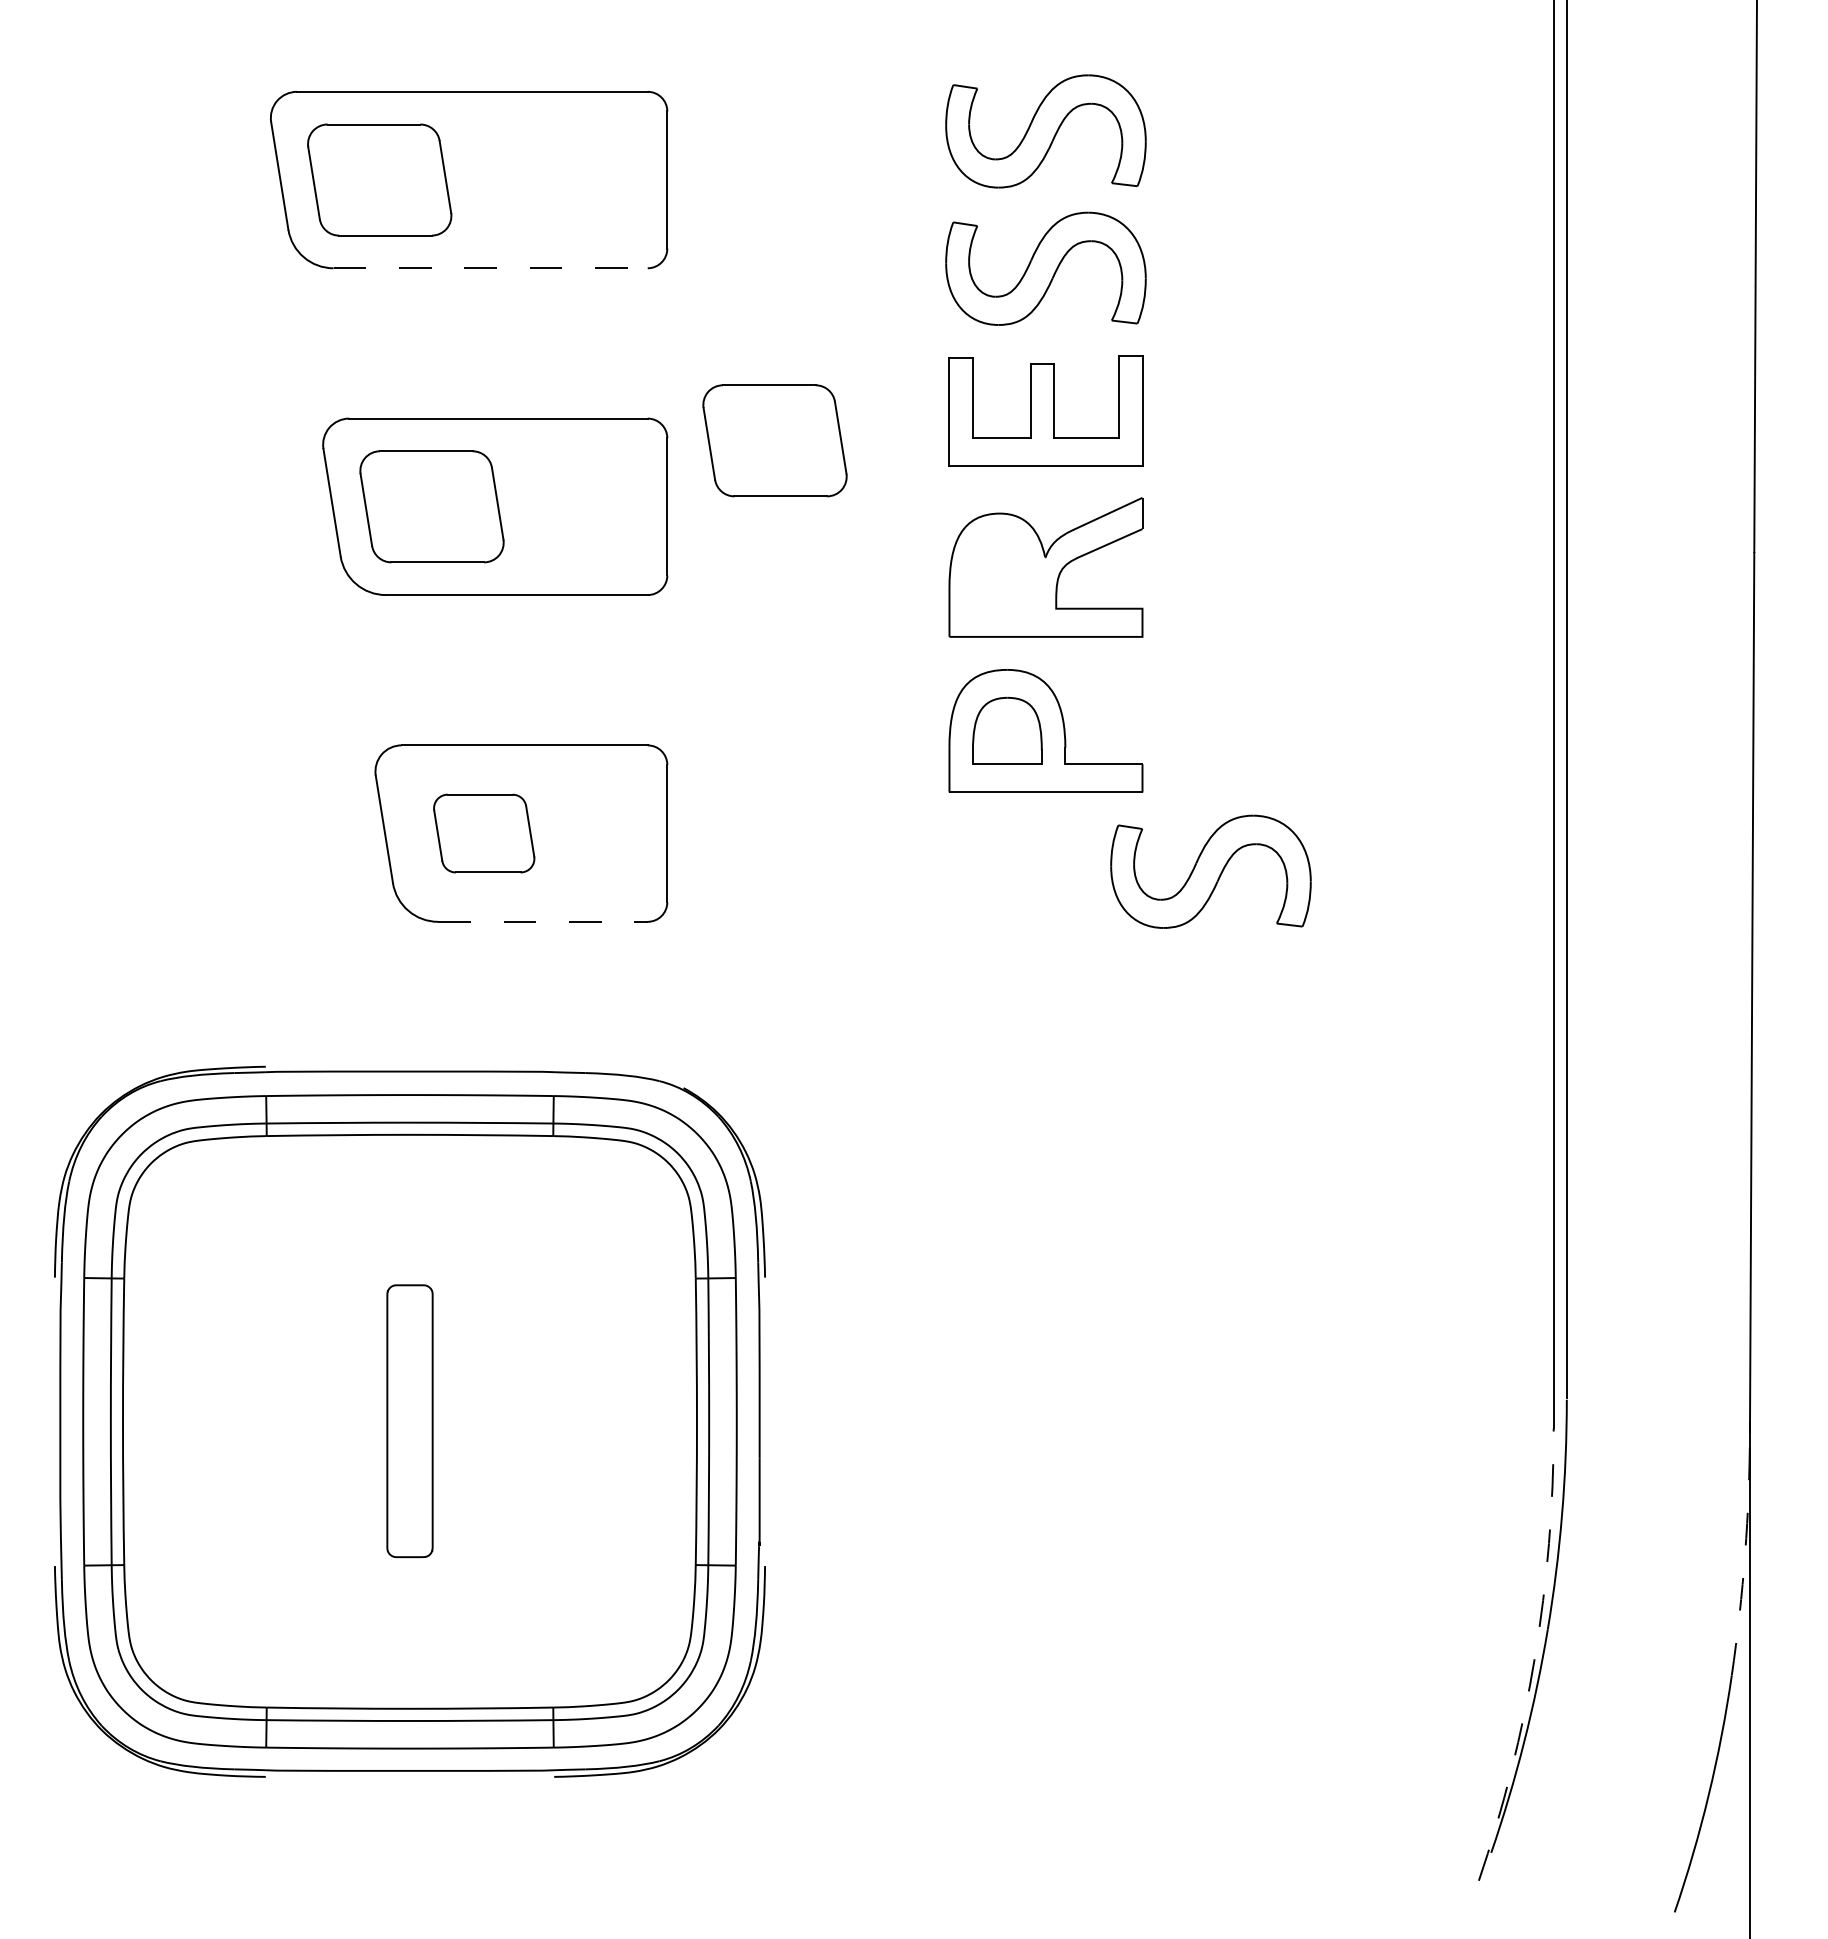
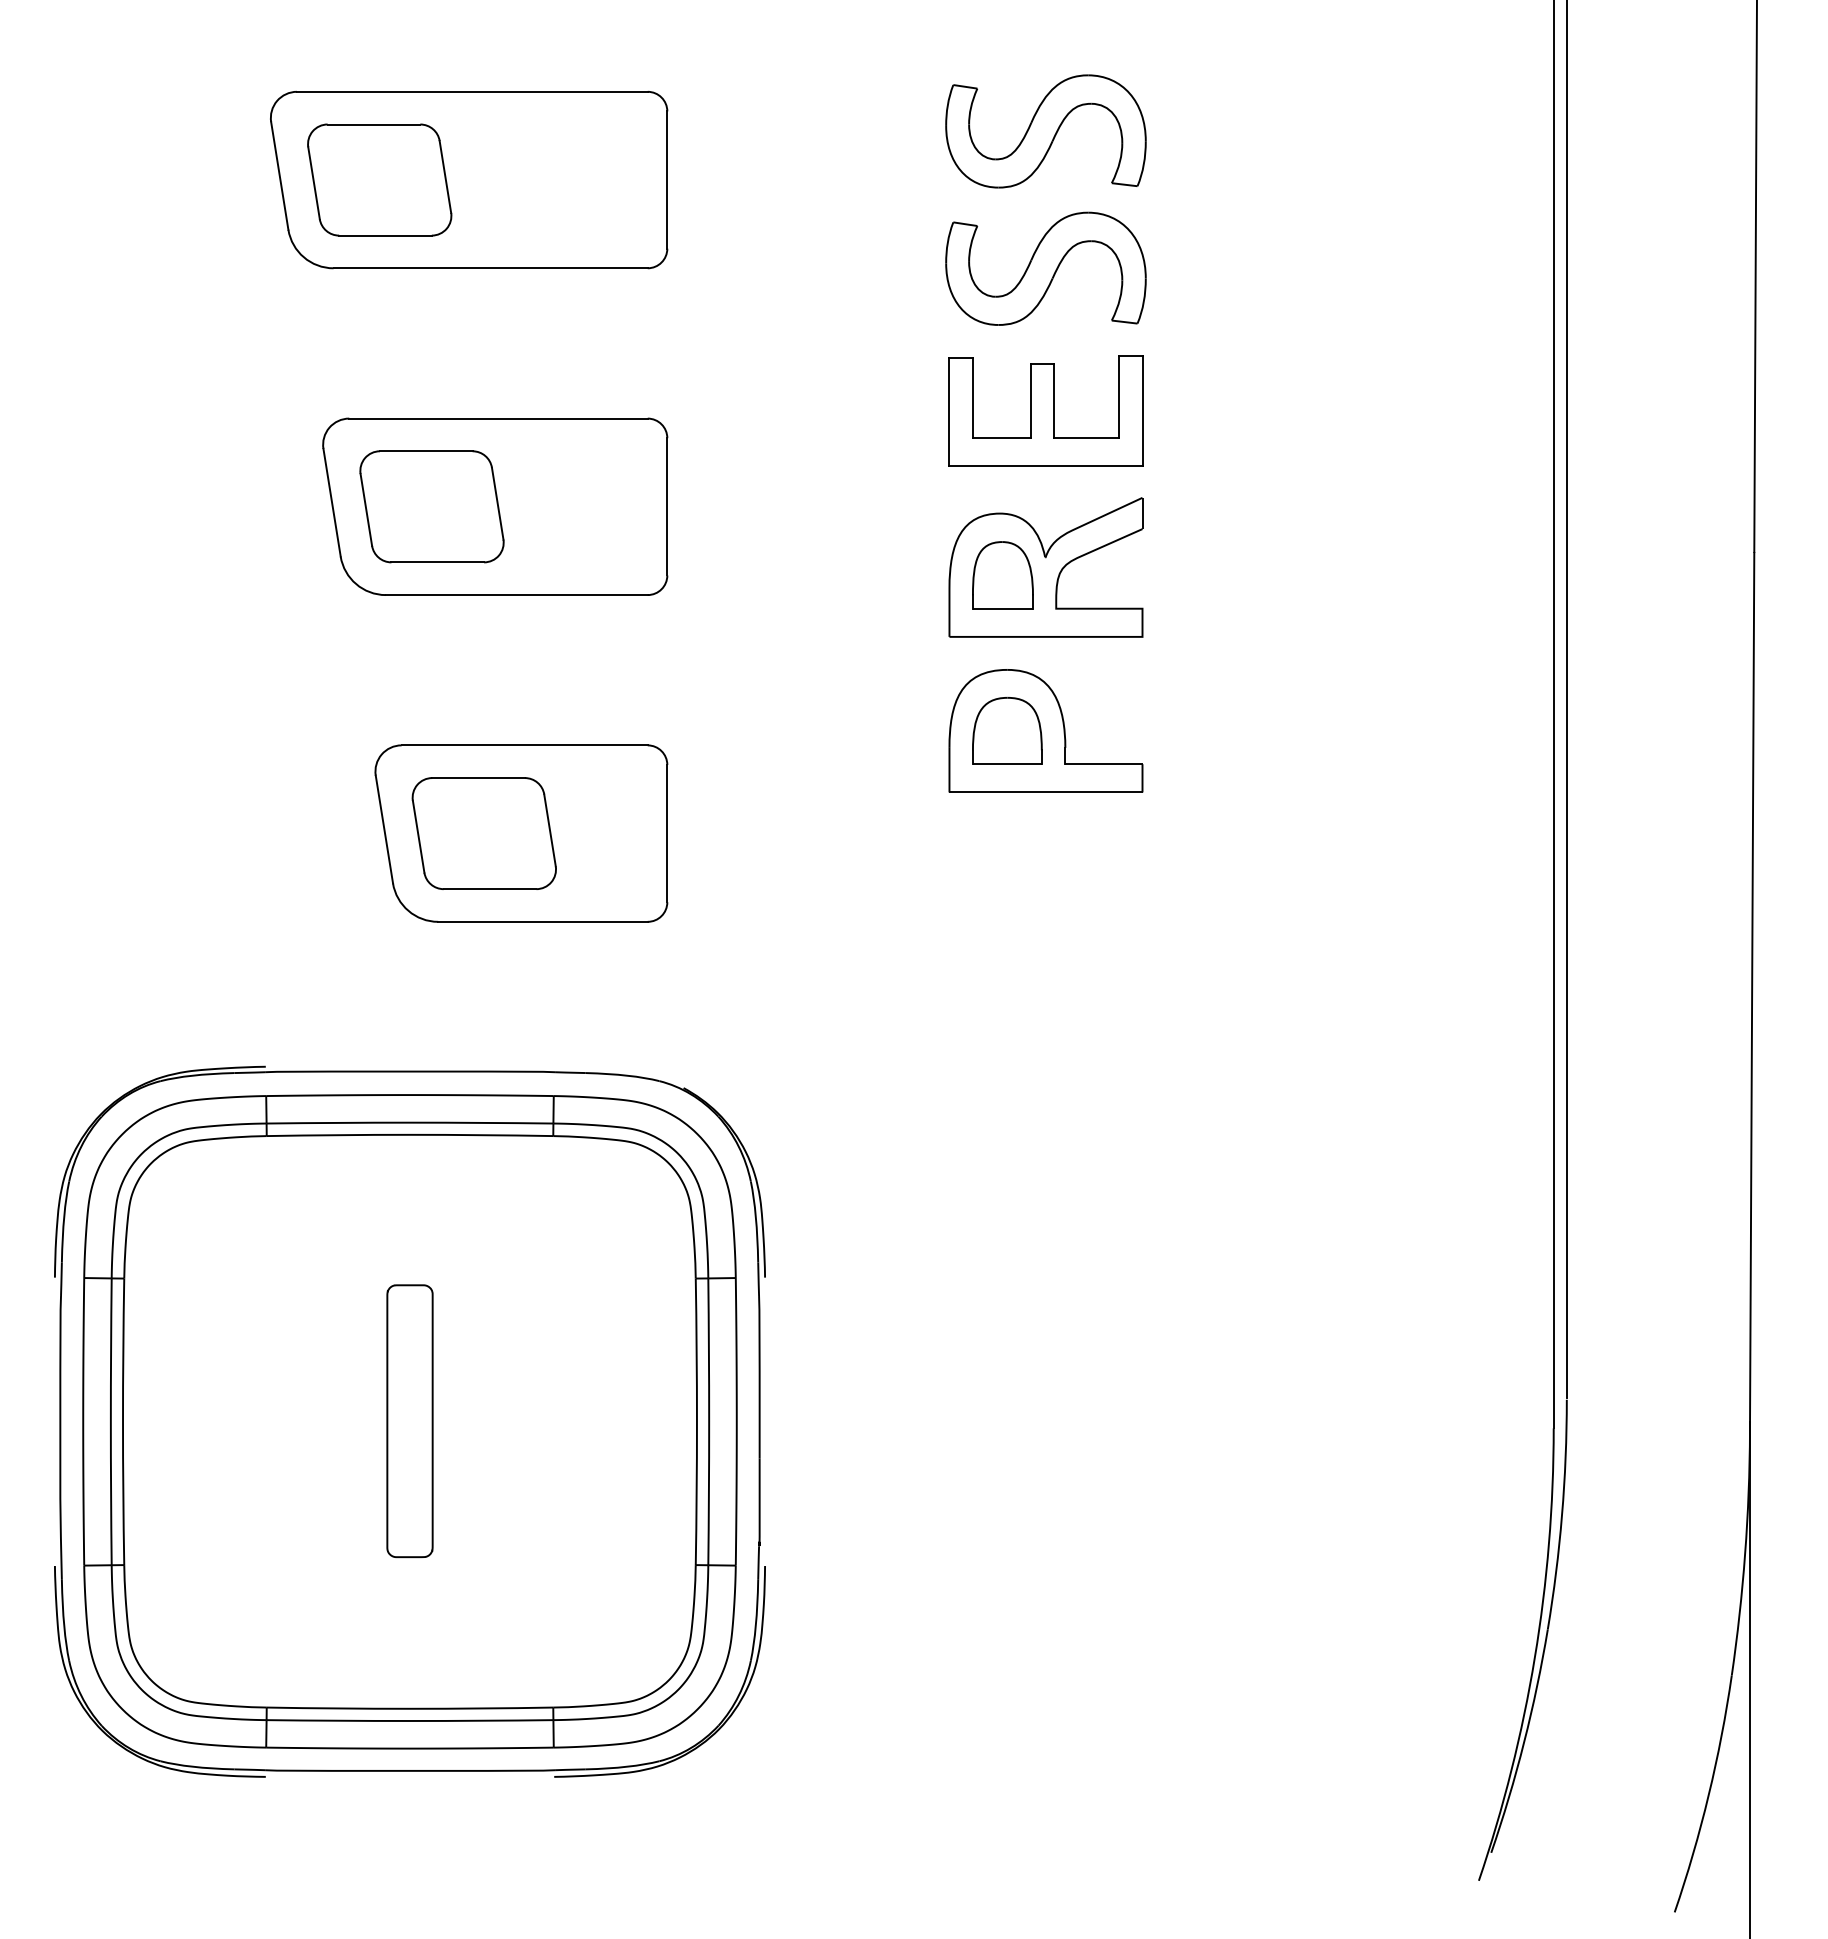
line at (491, 268): dashed -> solid
part at (774, 440): present -> none
part at (1002, 575): none -> present
part at (484, 833) size: 103x81 px -> 146x113 px
part at (1210, 871): present -> none
line at (542, 921): dashed -> solid
arc at (1745, 1553): dashed -> solid
arc at (1534, 1657): dashed -> solid
